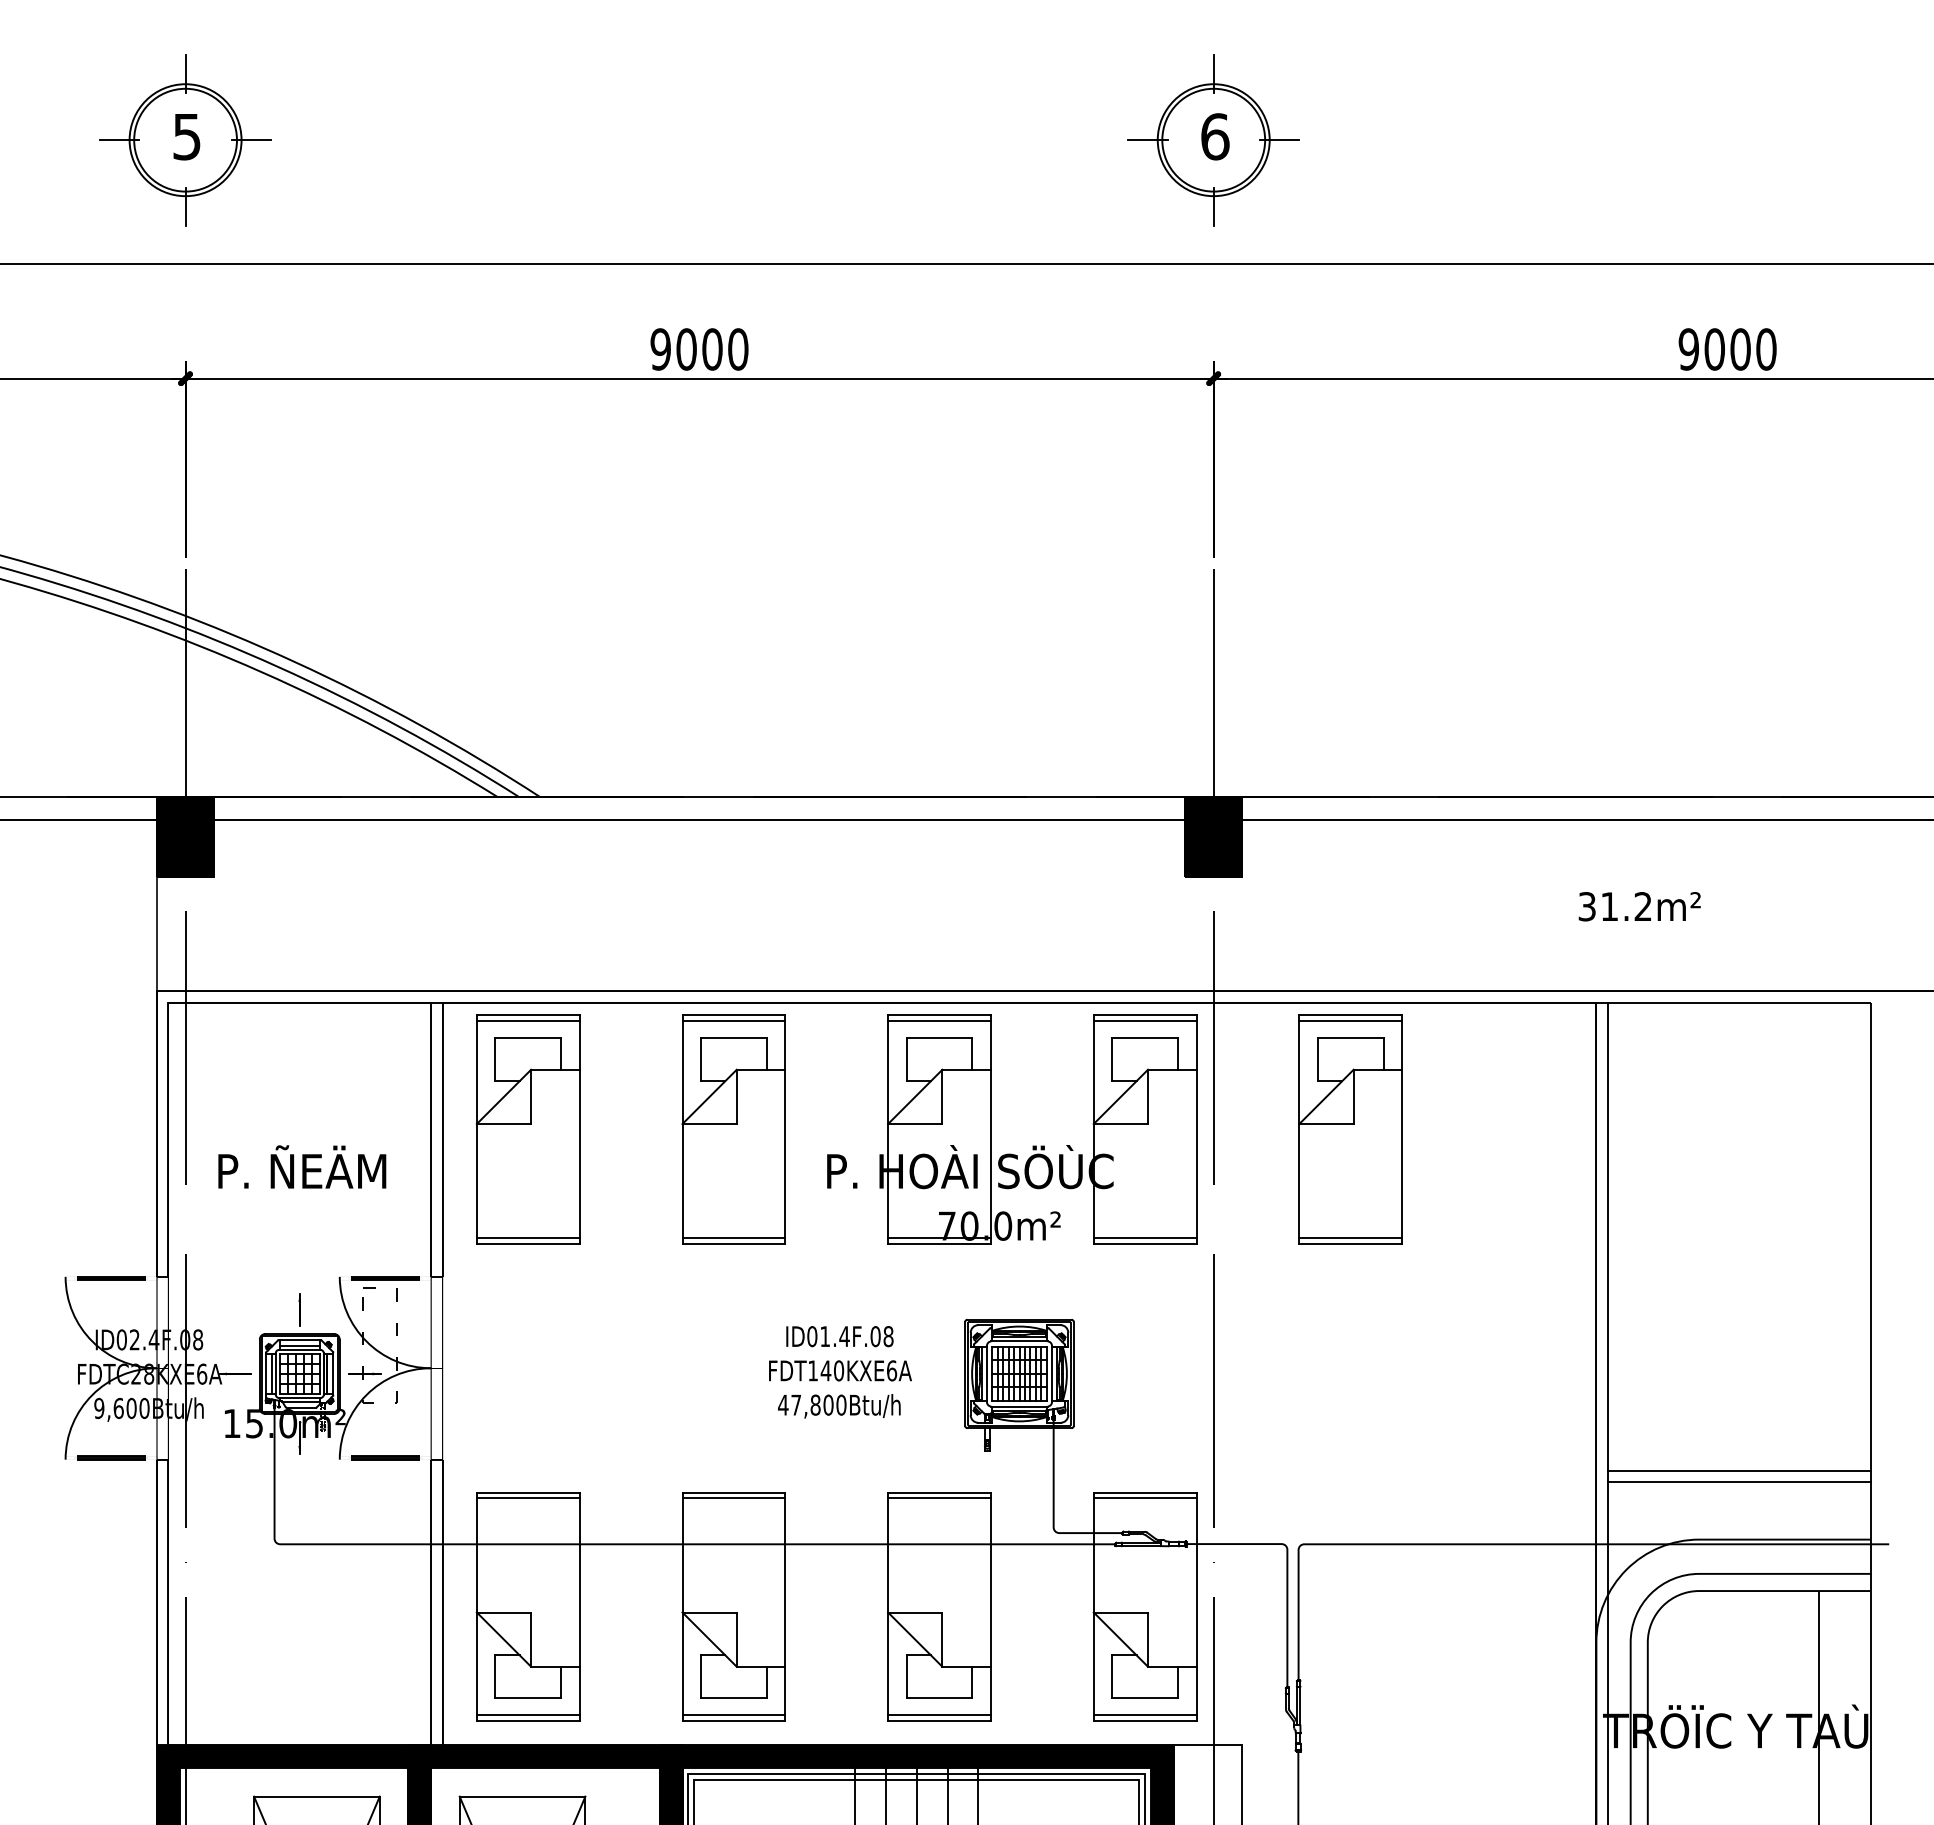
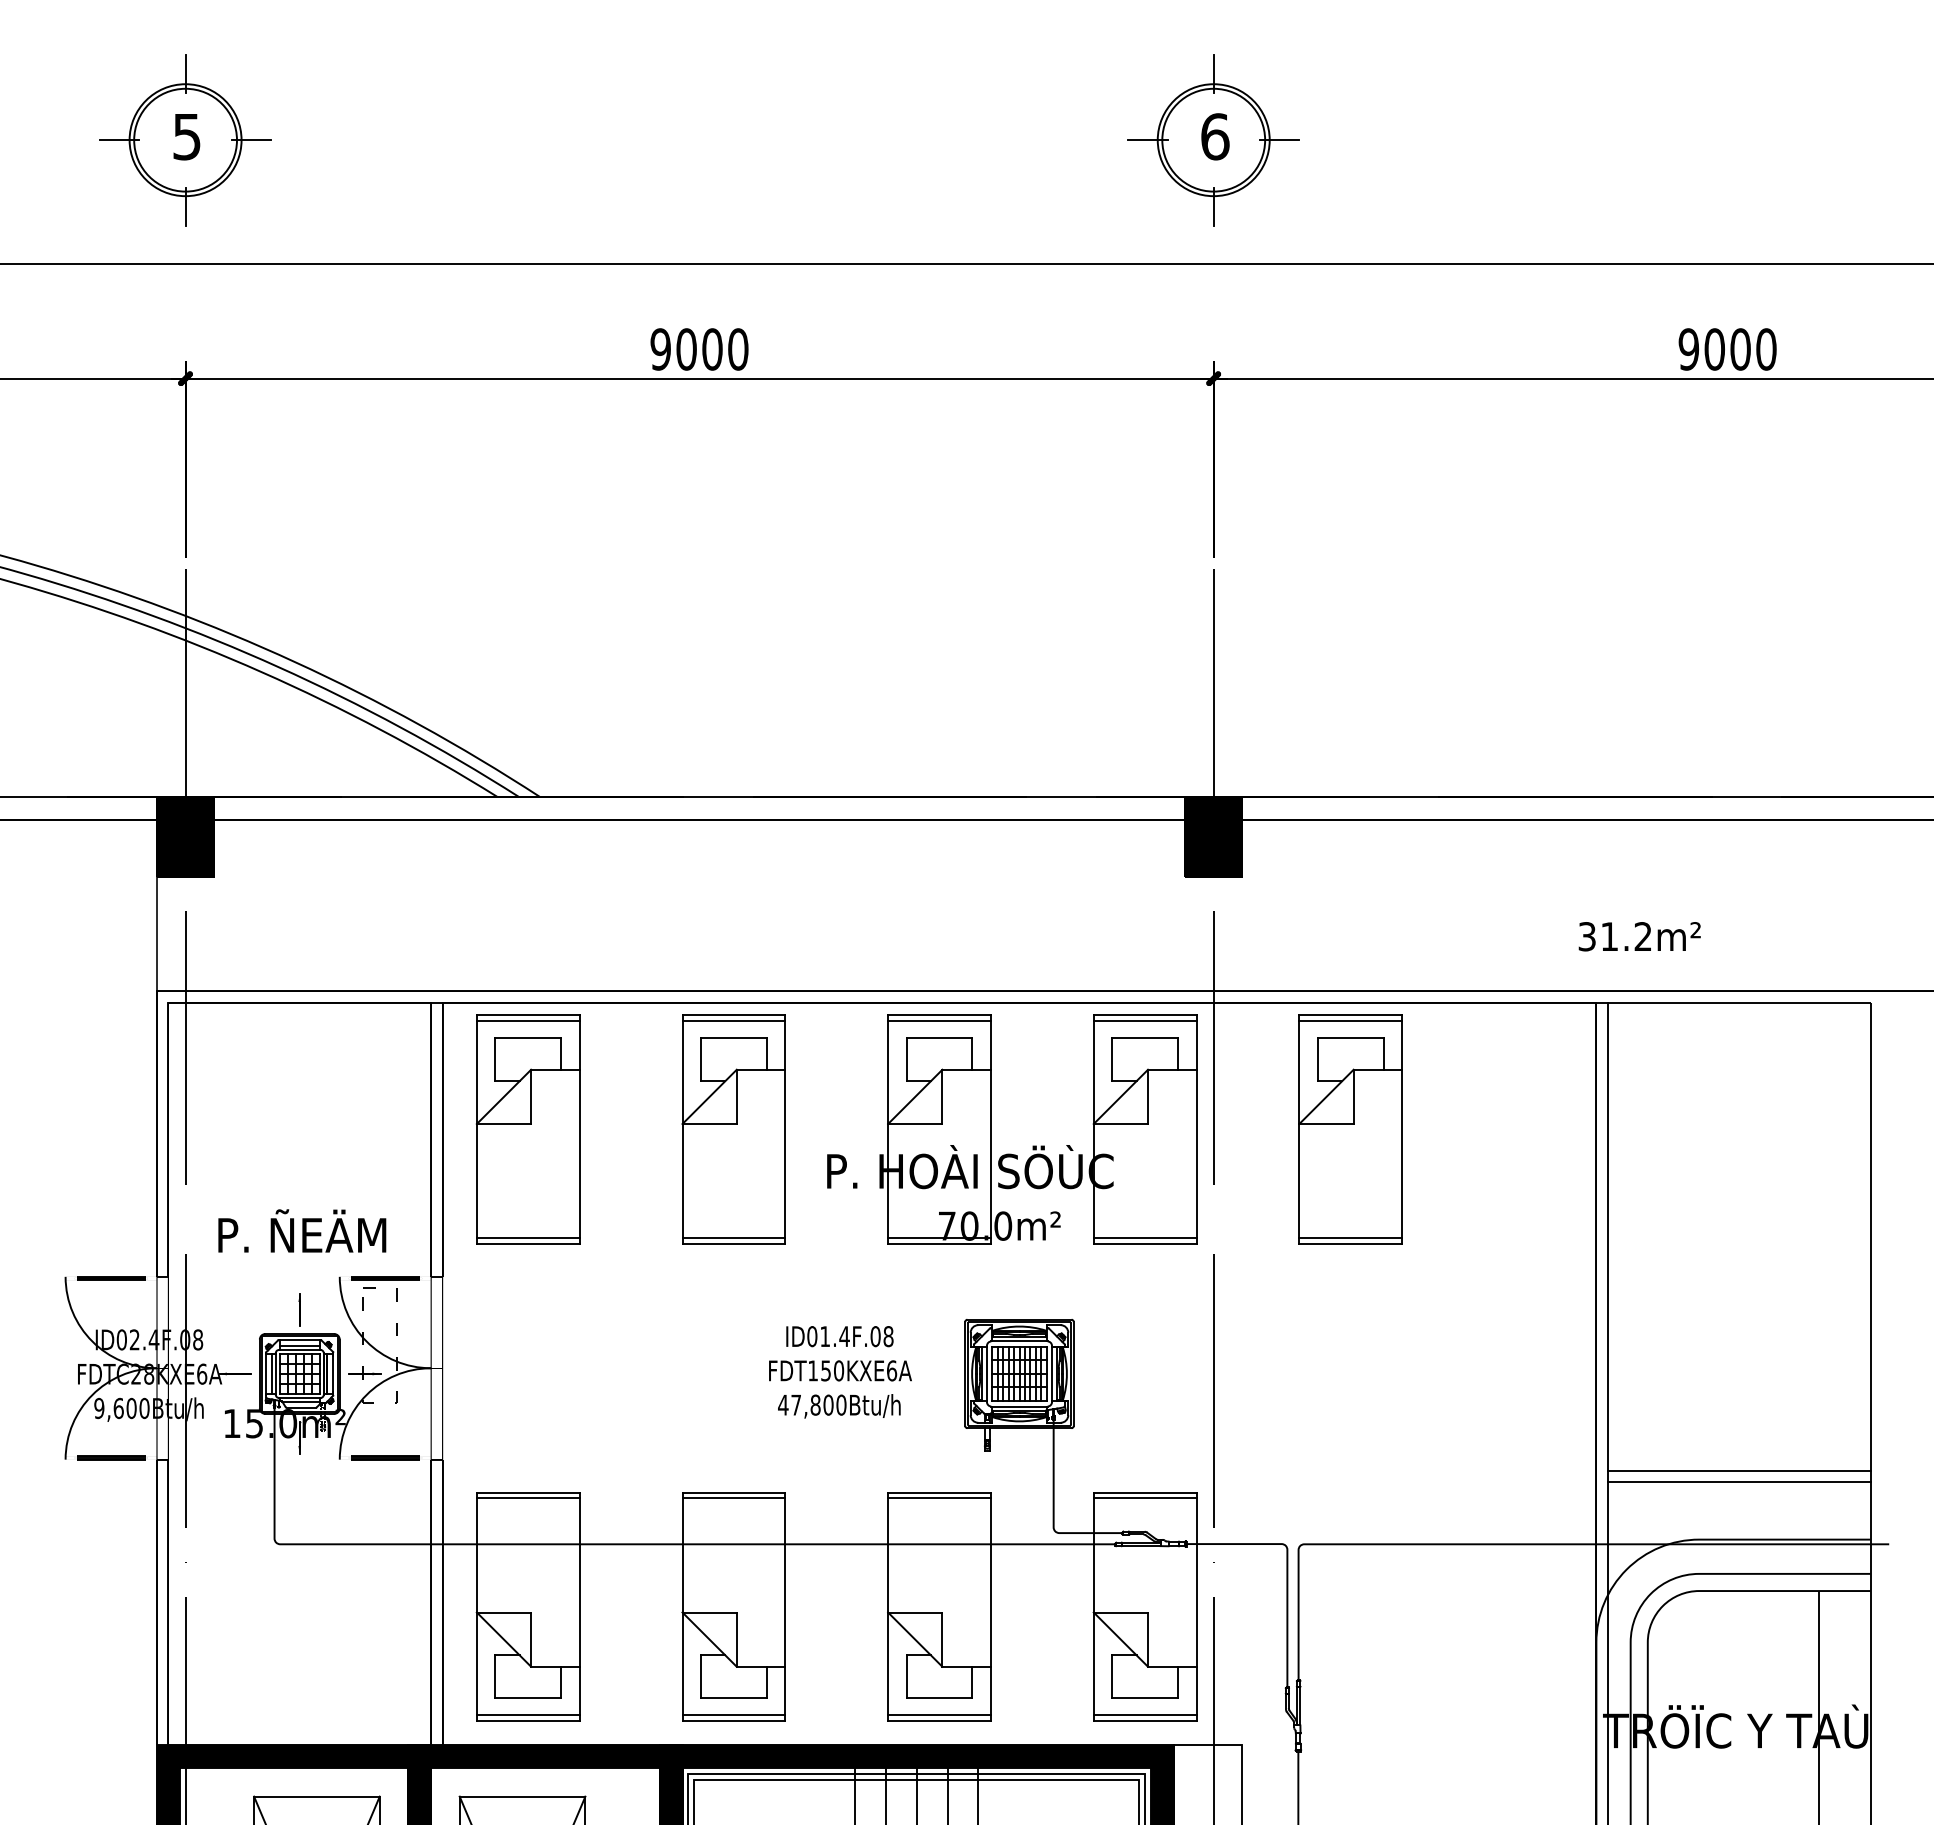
text at (1639, 906) position: (1639, 906) -> (1639, 936)
text at (302, 1166) position: (302, 1166) -> (302, 1230)
text at (825, 1370): FDT140KXE6A -> FDT150KXE6A
